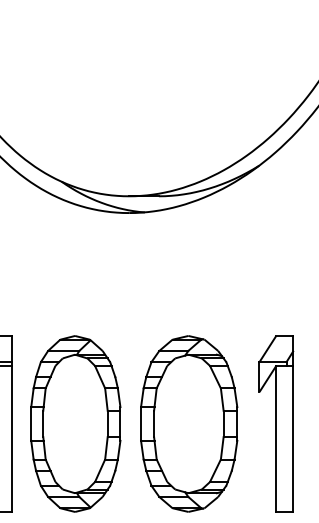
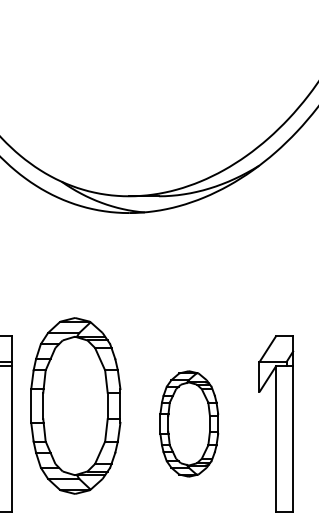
part at (75, 423) position: (75, 423) -> (75, 405)
part at (189, 423) size: 99x178 px -> 61x108 px
